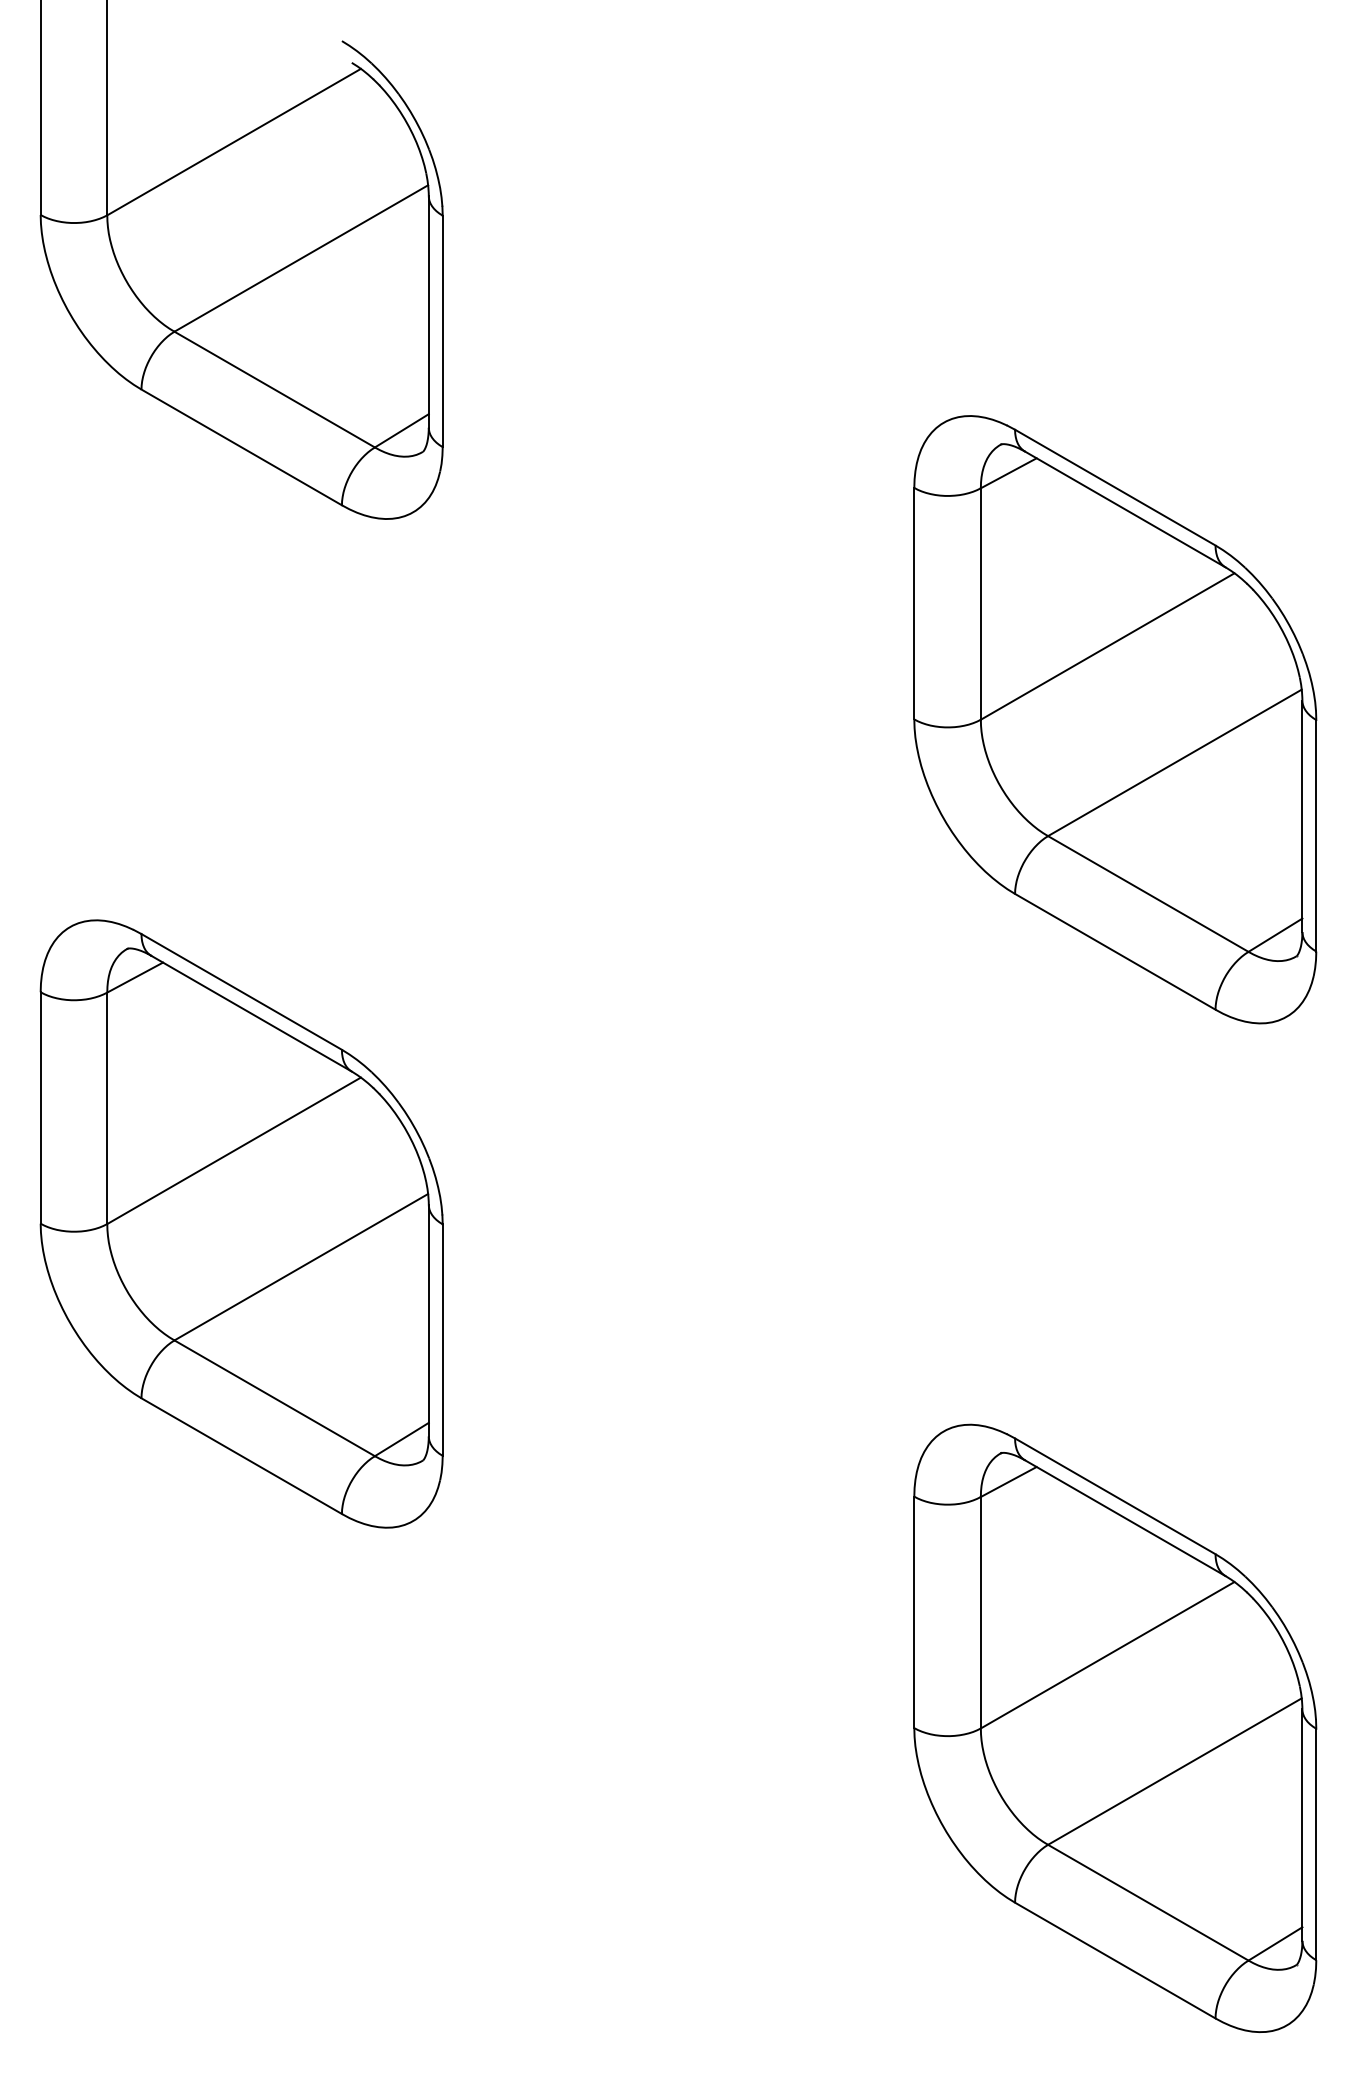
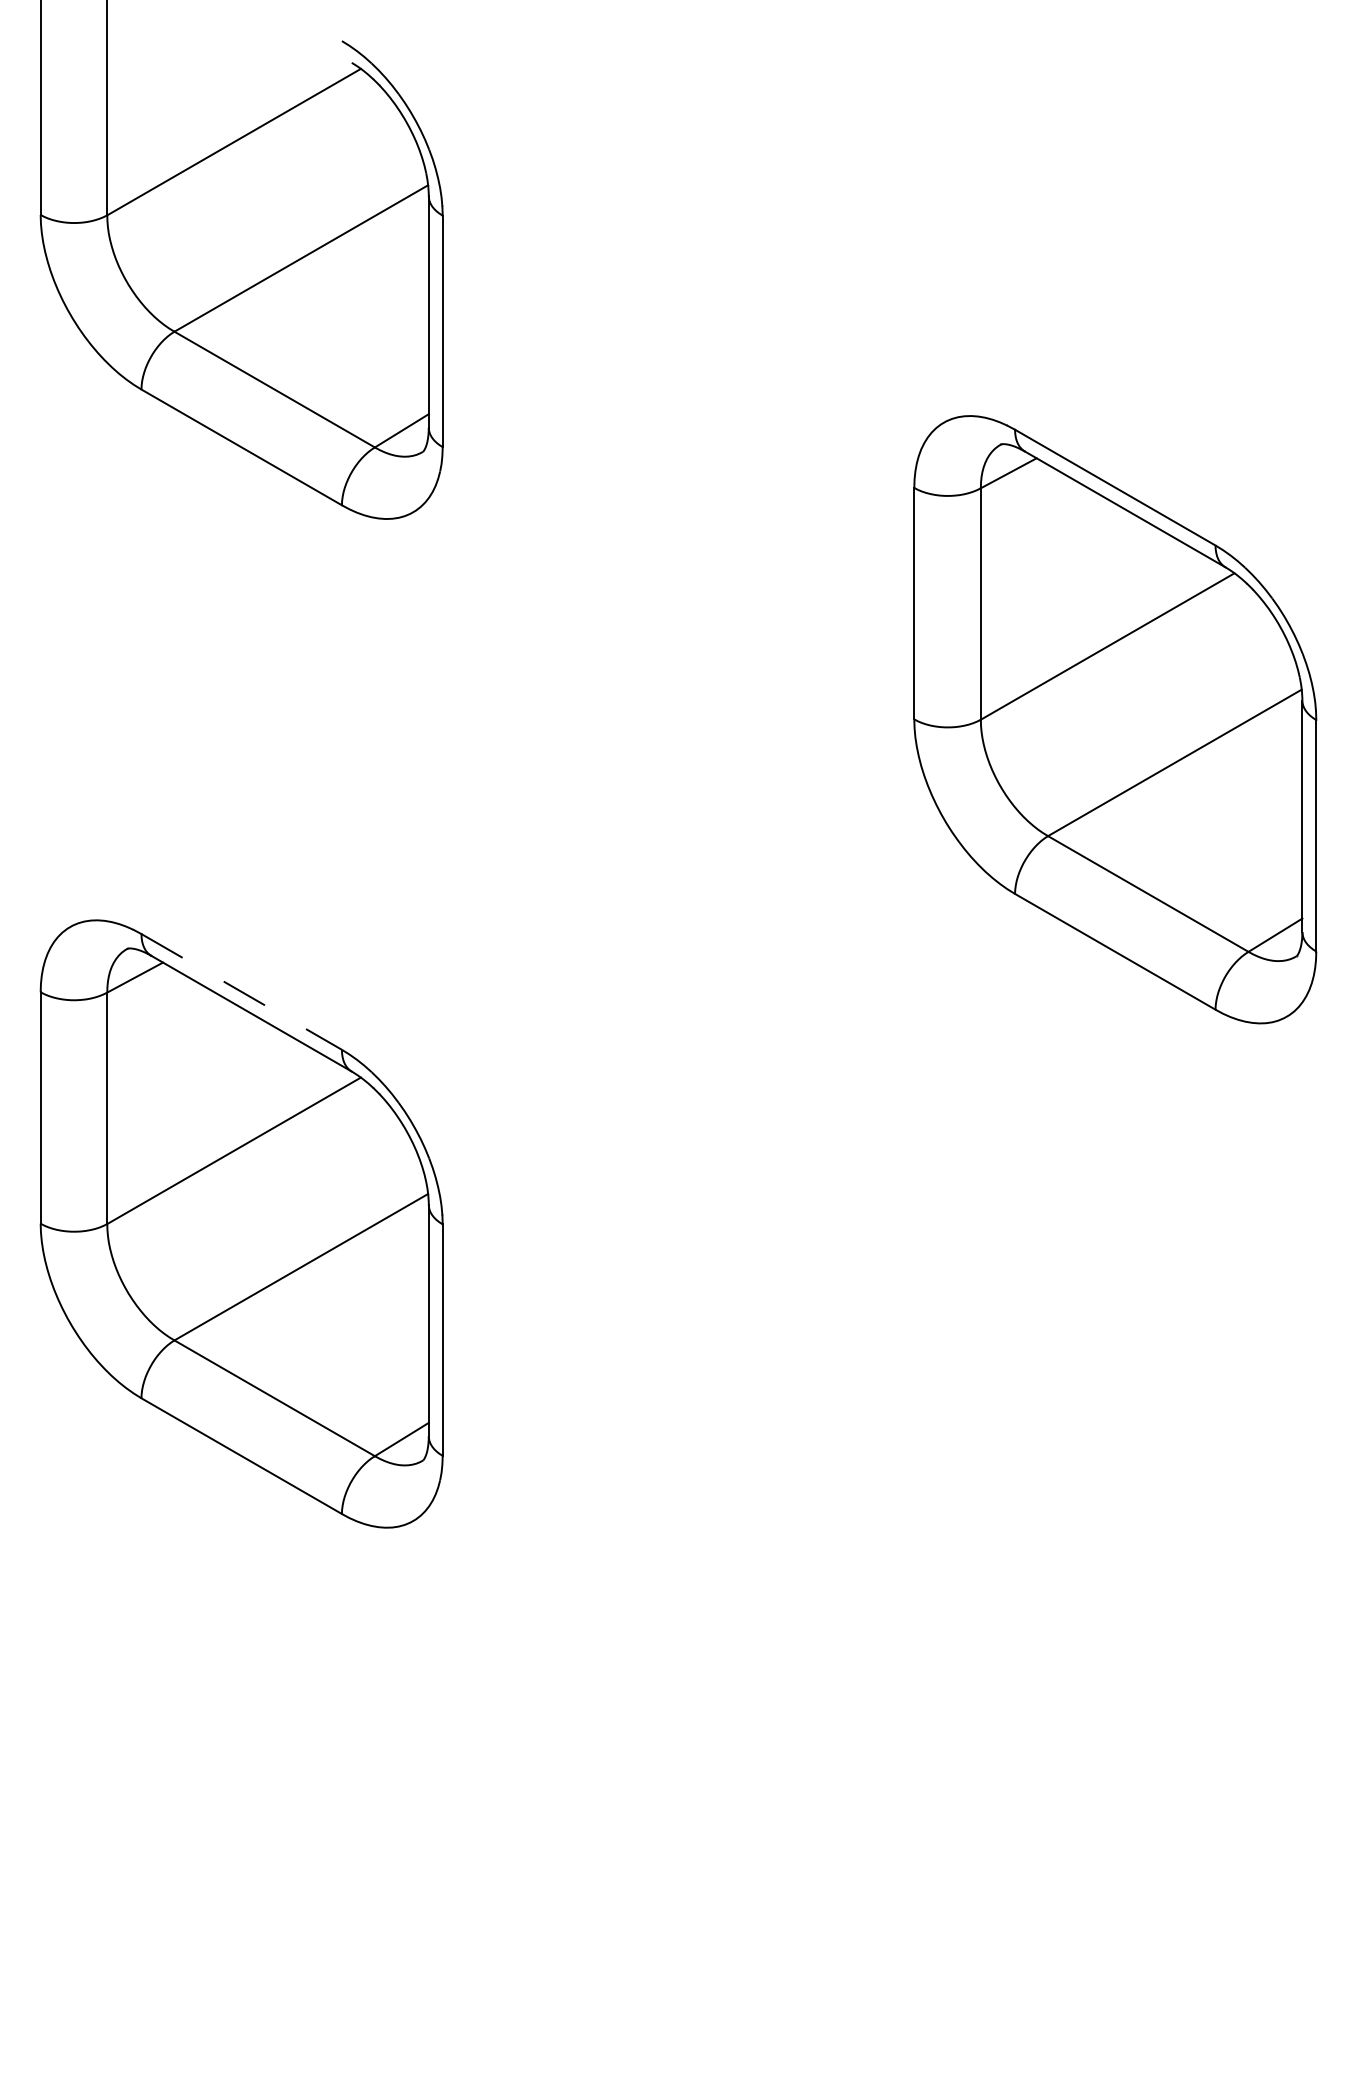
line at (241, 991): solid -> dashed
part at (1115, 1727): present -> none
